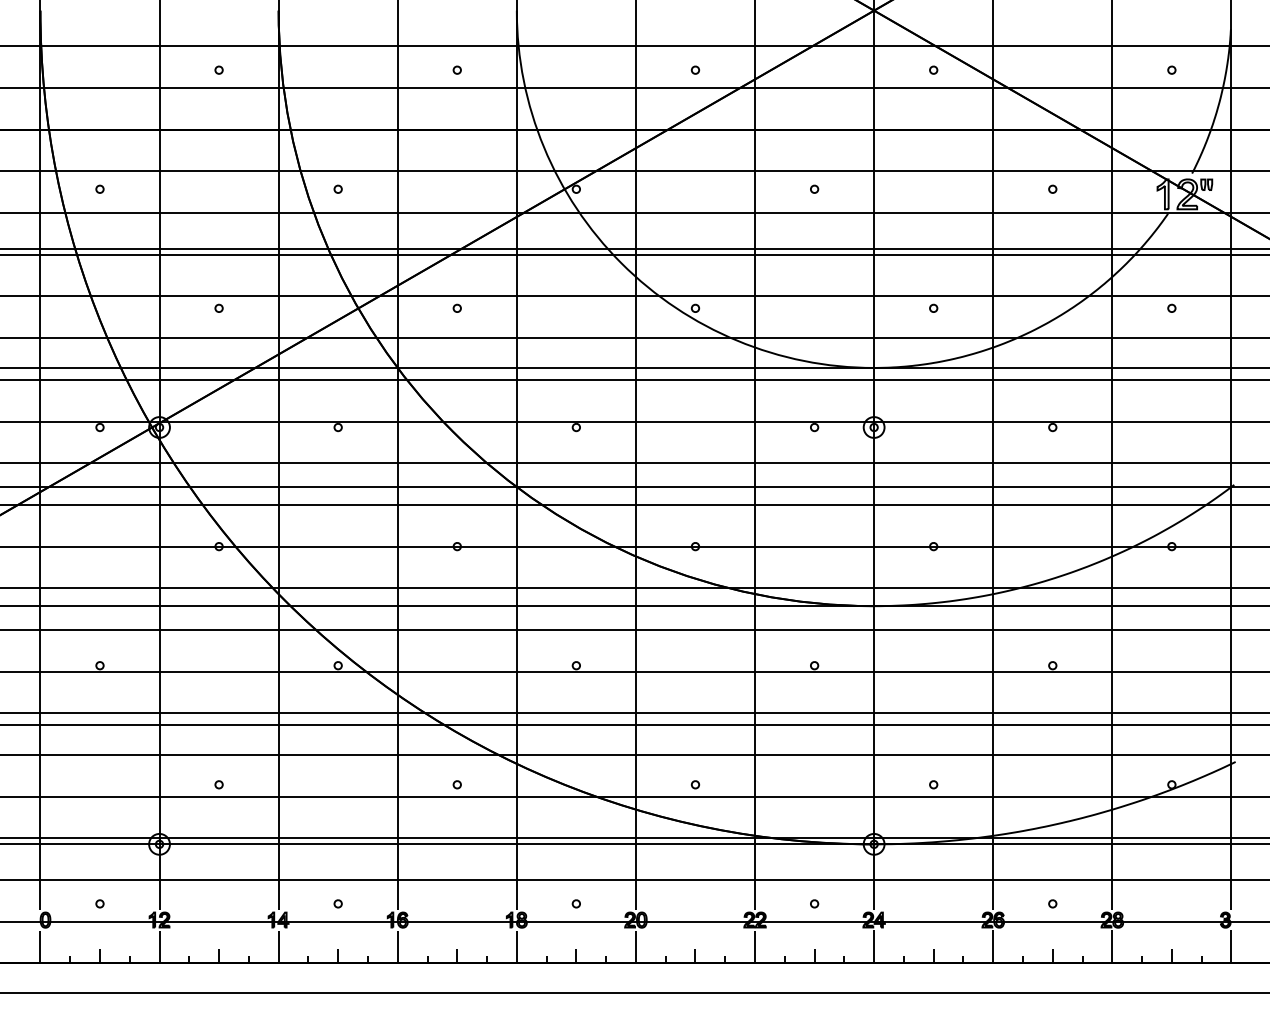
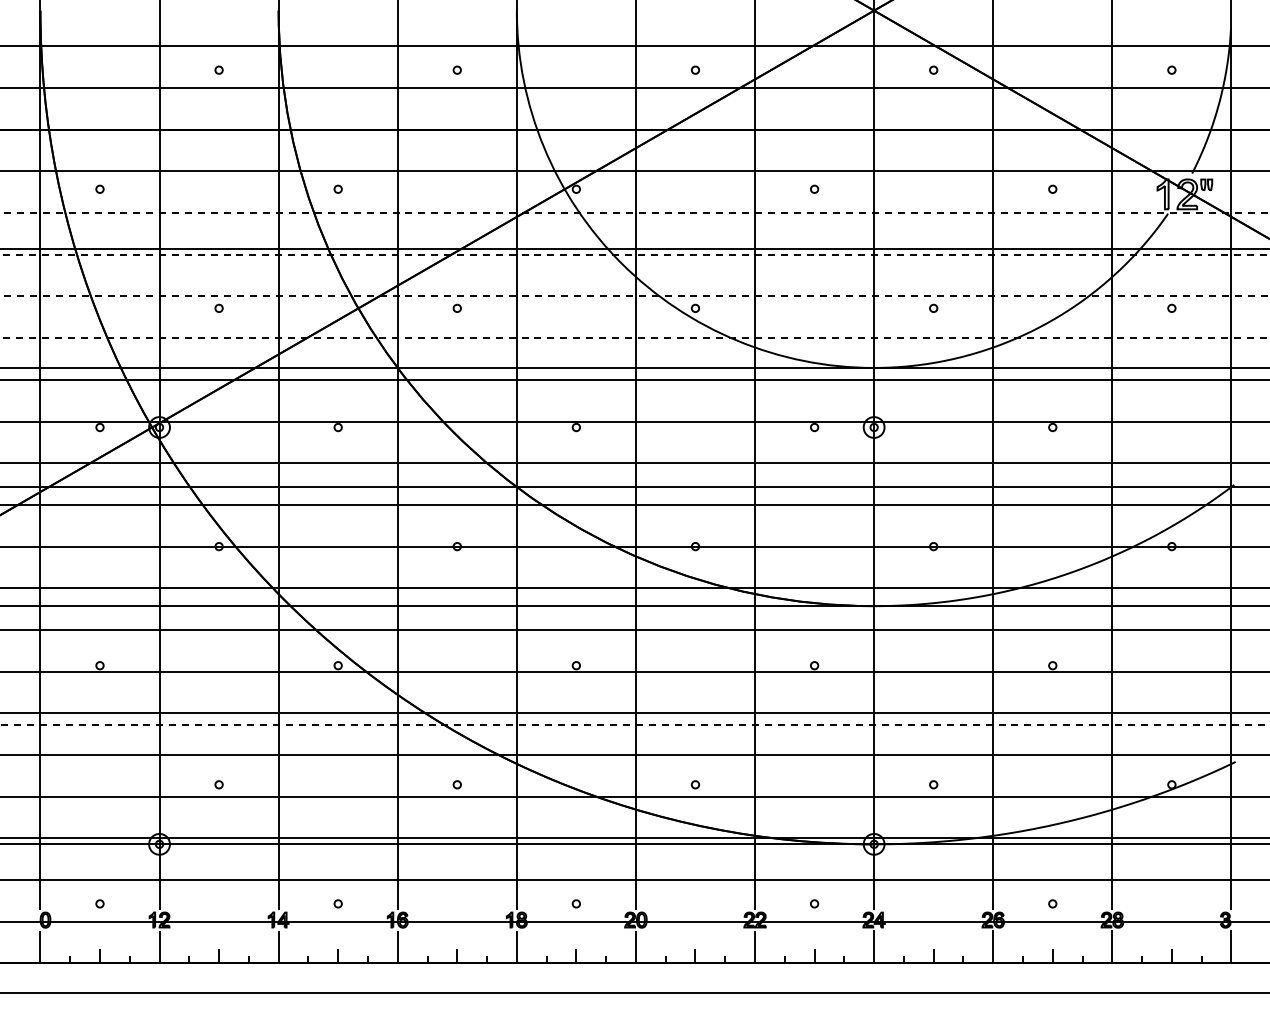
line at (0, 213): solid -> dashed
line at (0, 296): solid -> dashed
line at (635, 725): solid -> dashed
